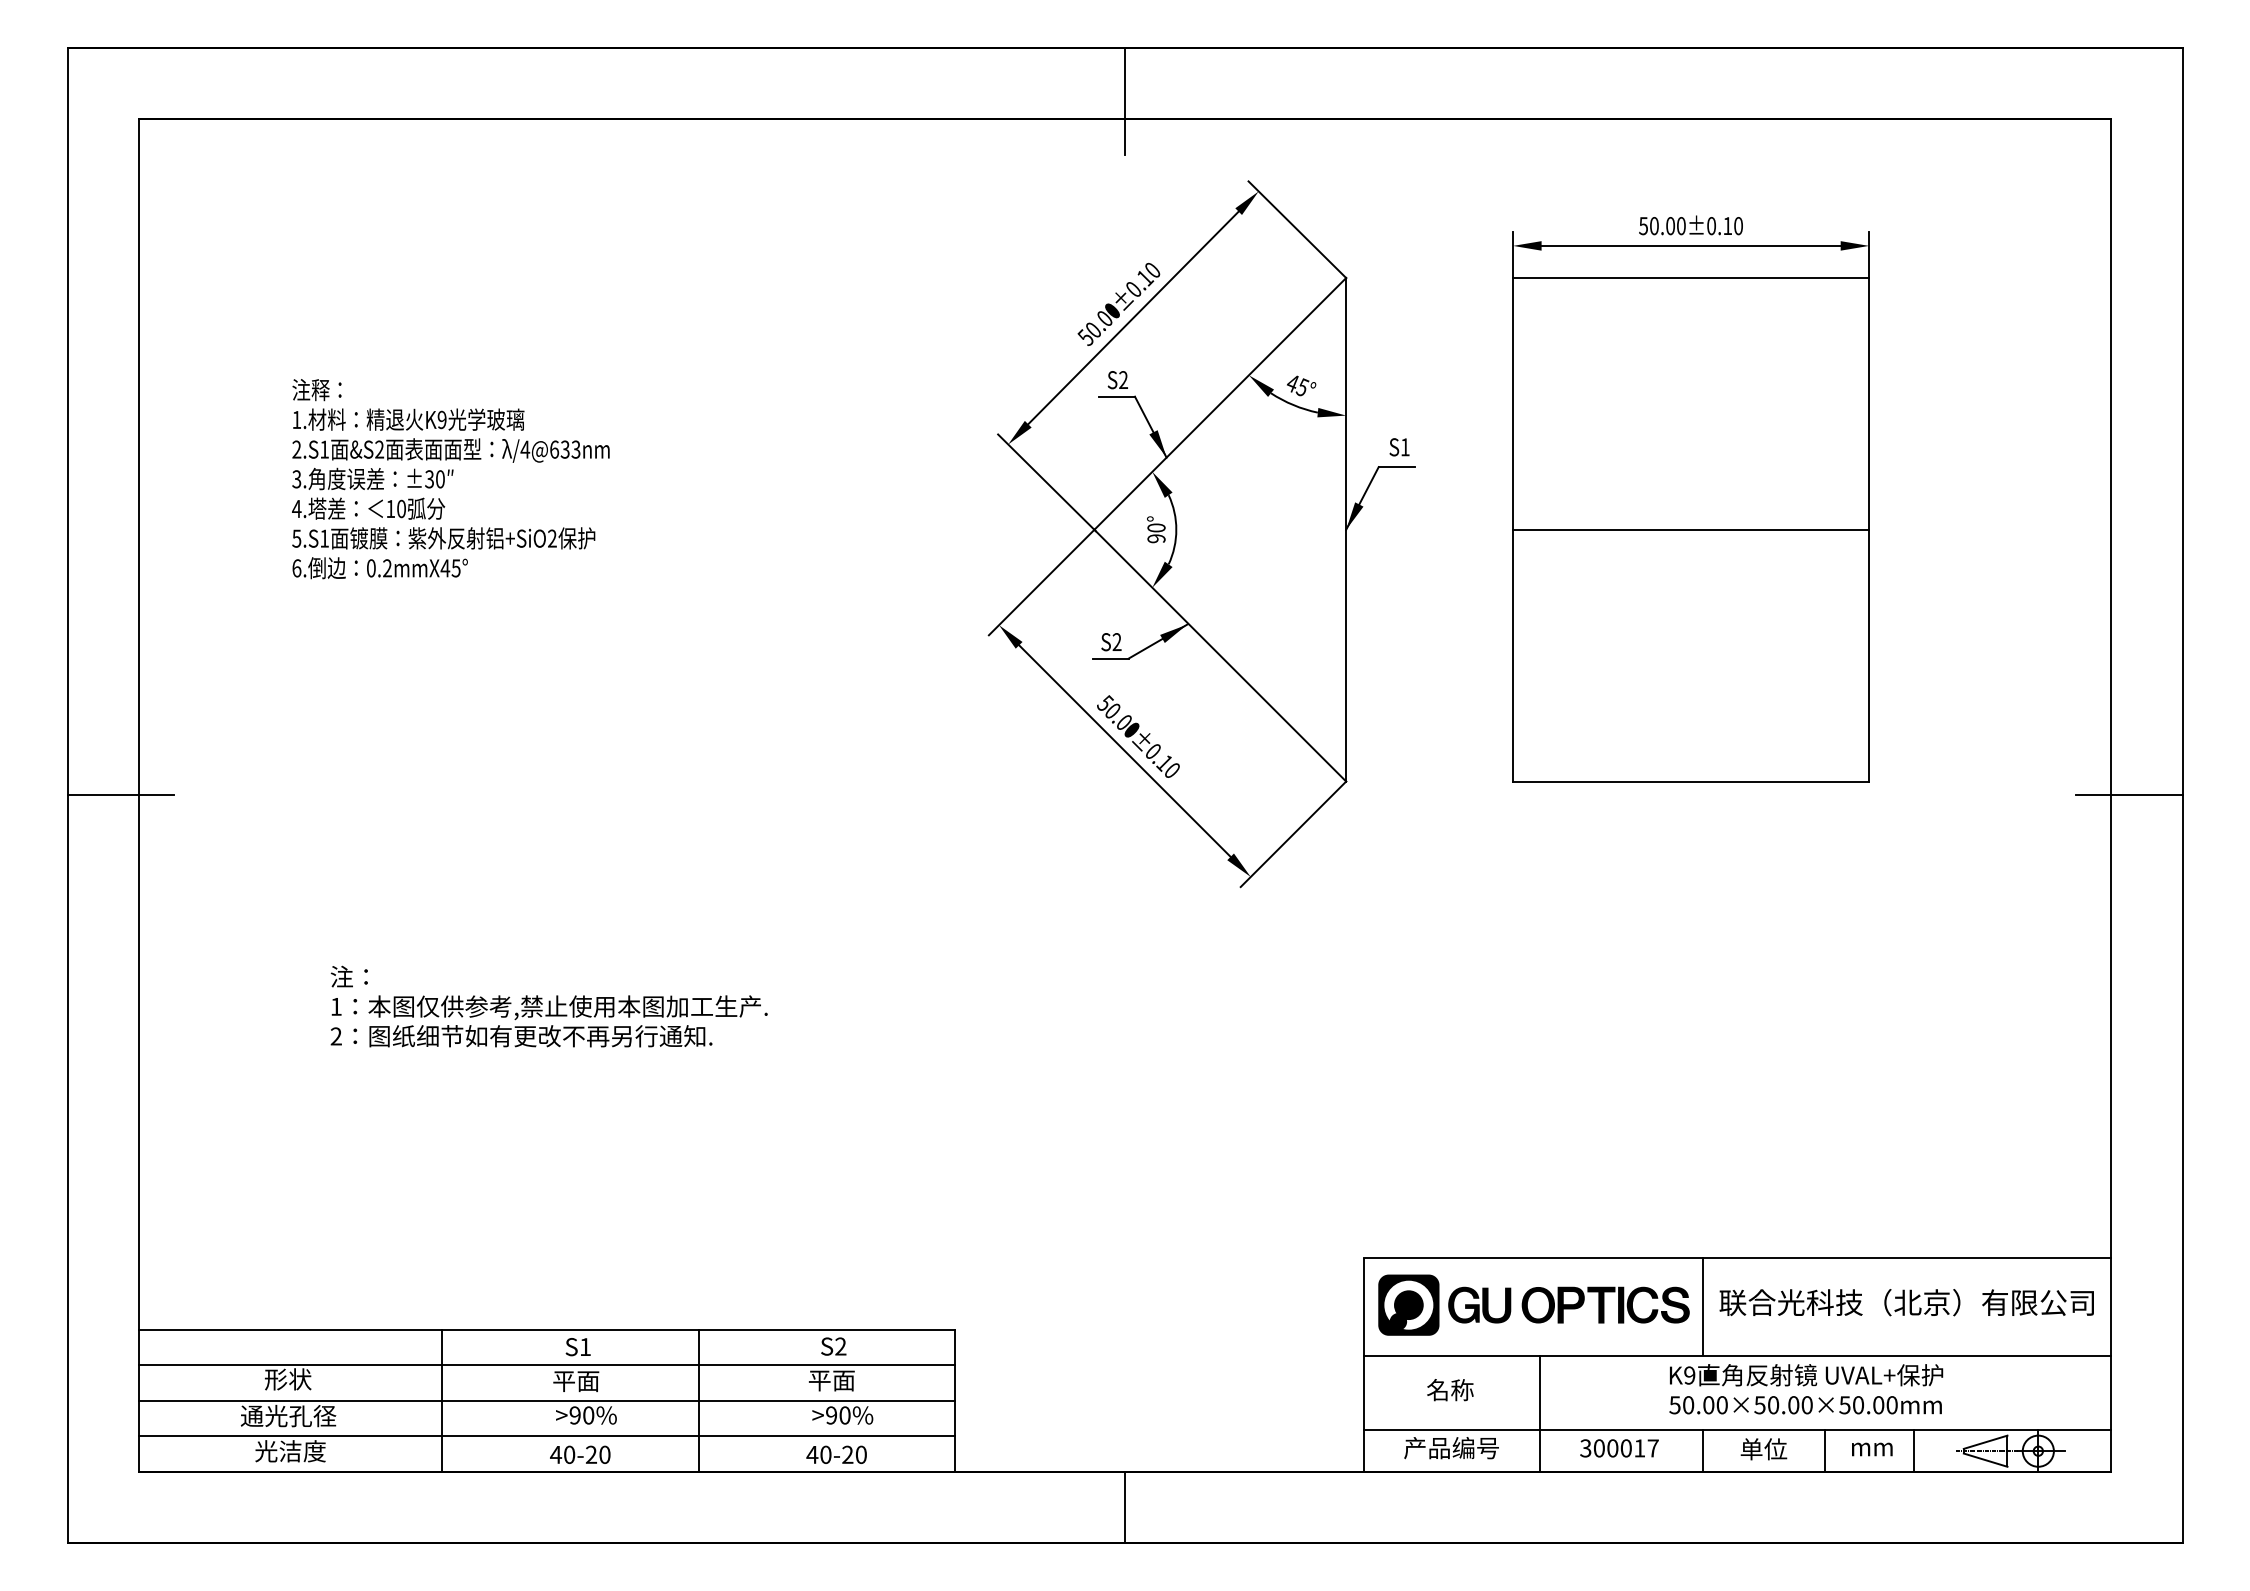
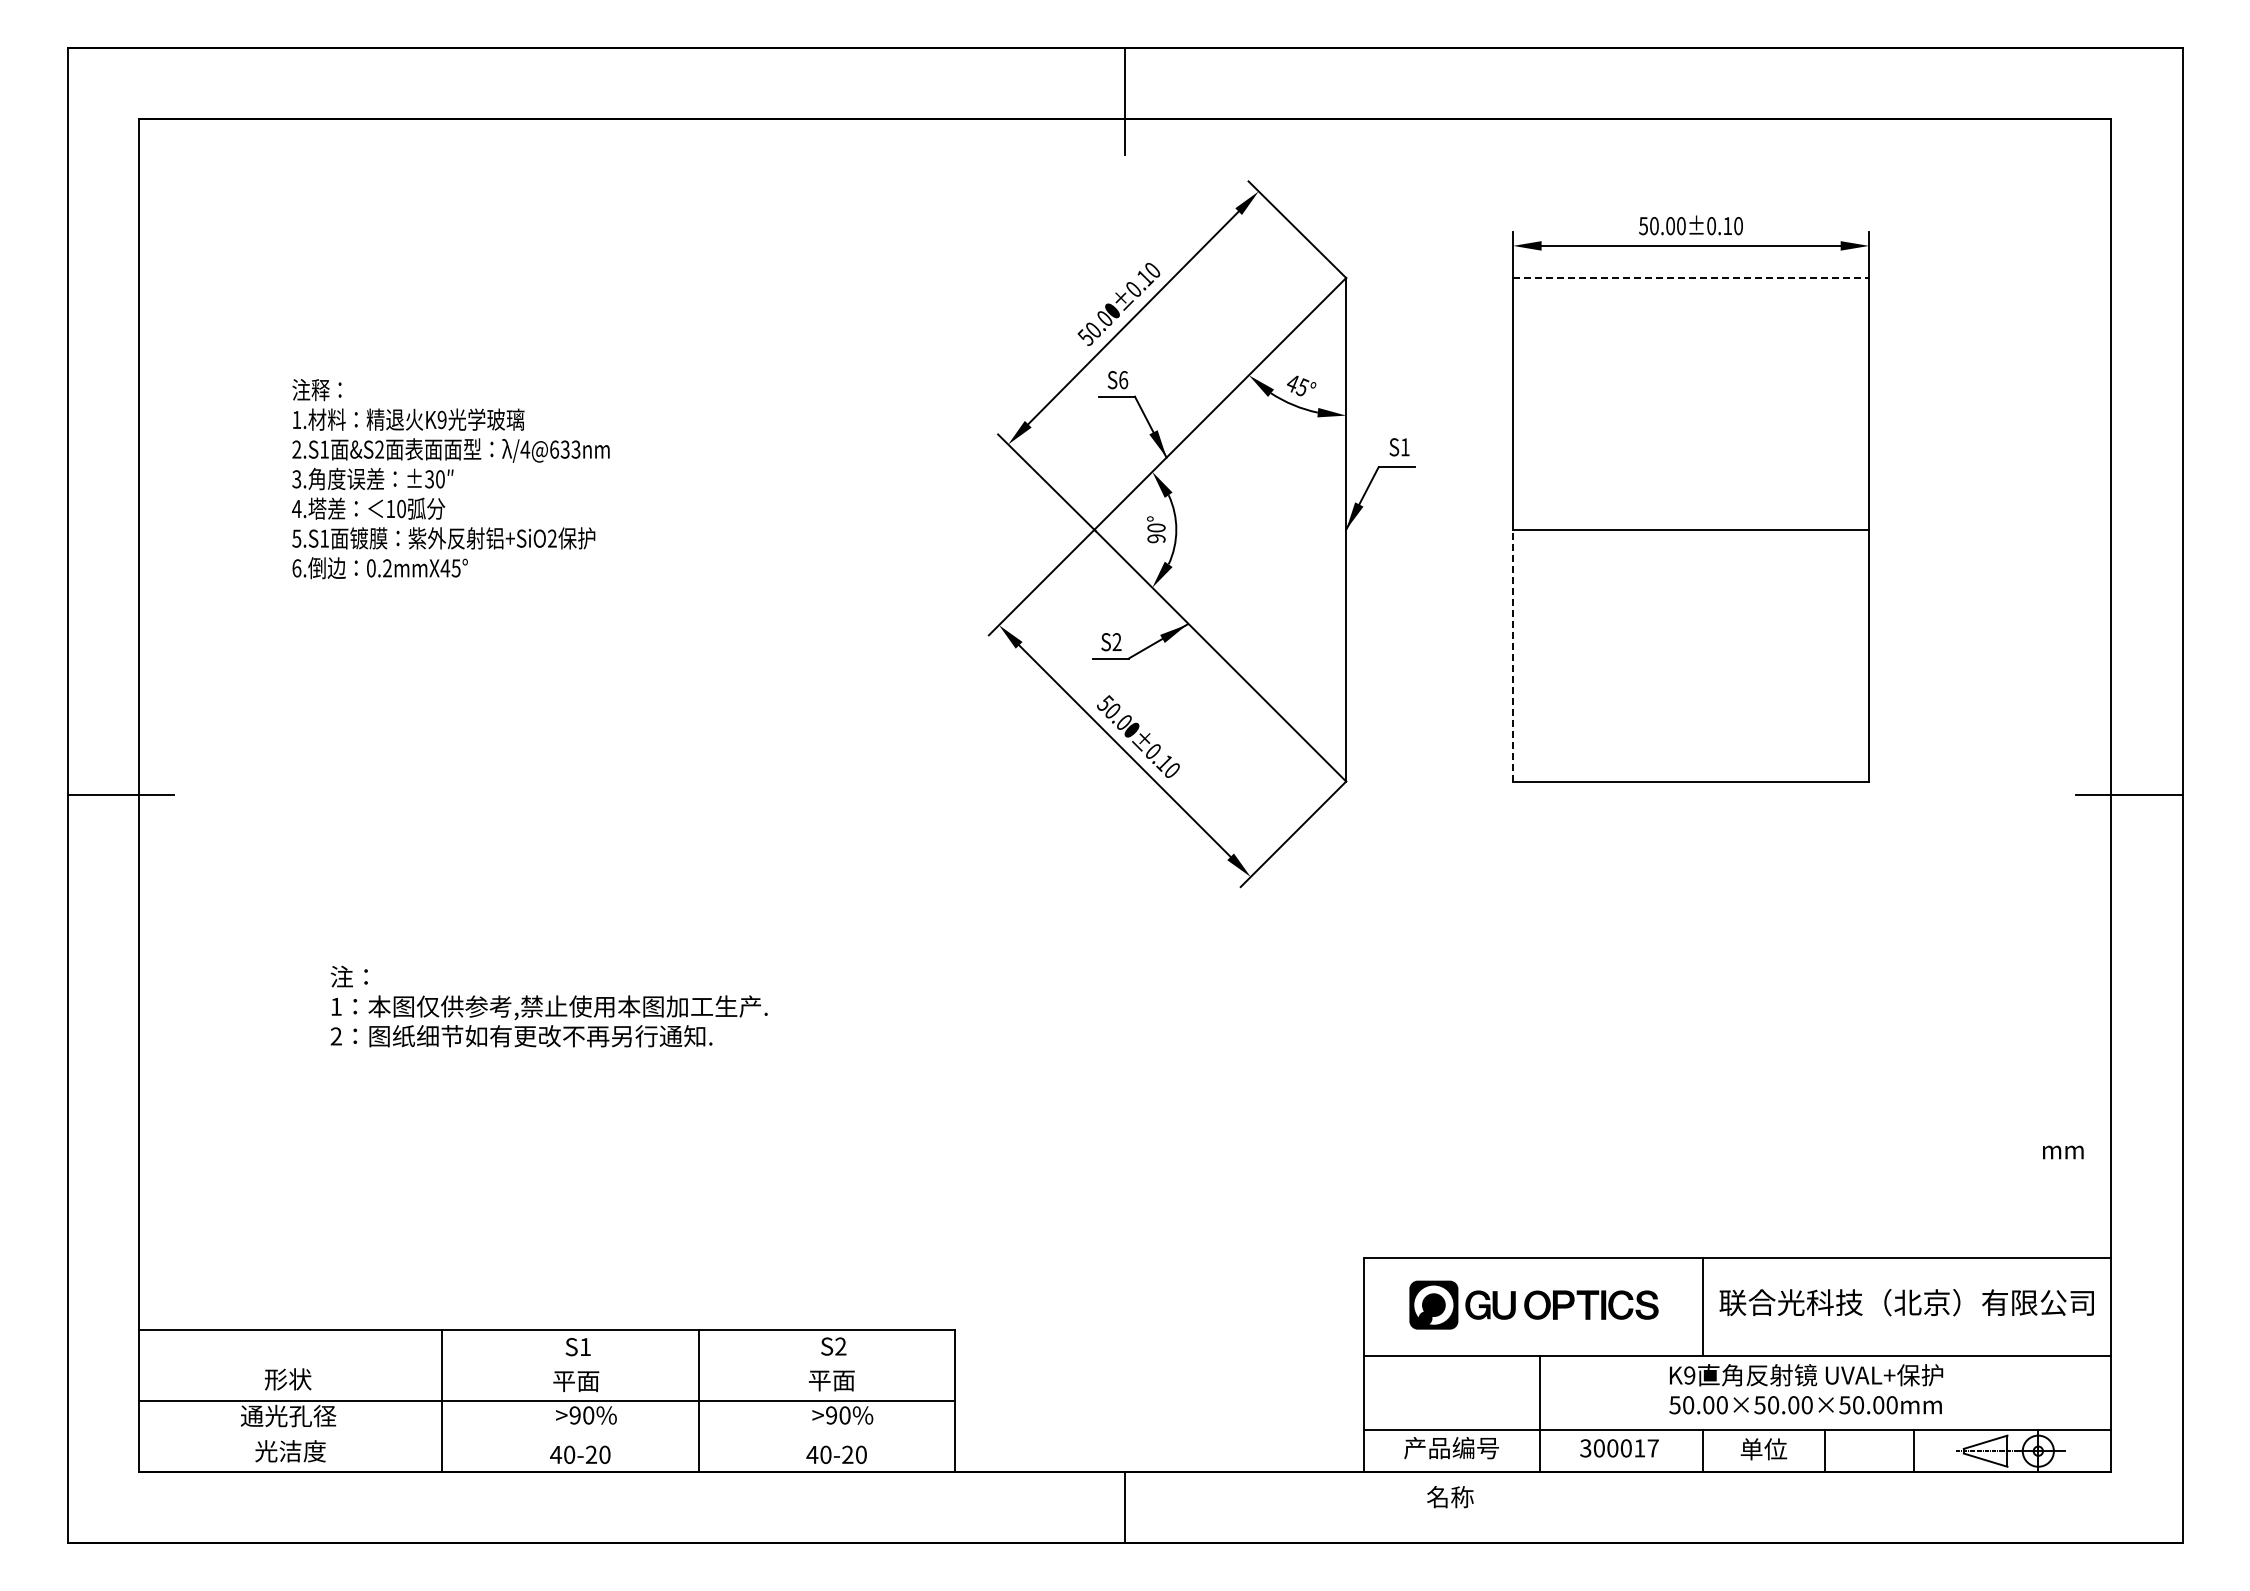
line at (1691, 278): solid -> dashed
text at (1123, 380): S2 -> S6
line at (1513, 655): solid -> dashed
part at (1533, 1304) size: 312x62 px -> 250x50 px
line at (546, 1365): present -> none
text at (1450, 1390) position: (1450, 1390) -> (1450, 1497)
line at (546, 1436): present -> none
text at (1872, 1449) position: (1872, 1449) -> (2063, 1152)
